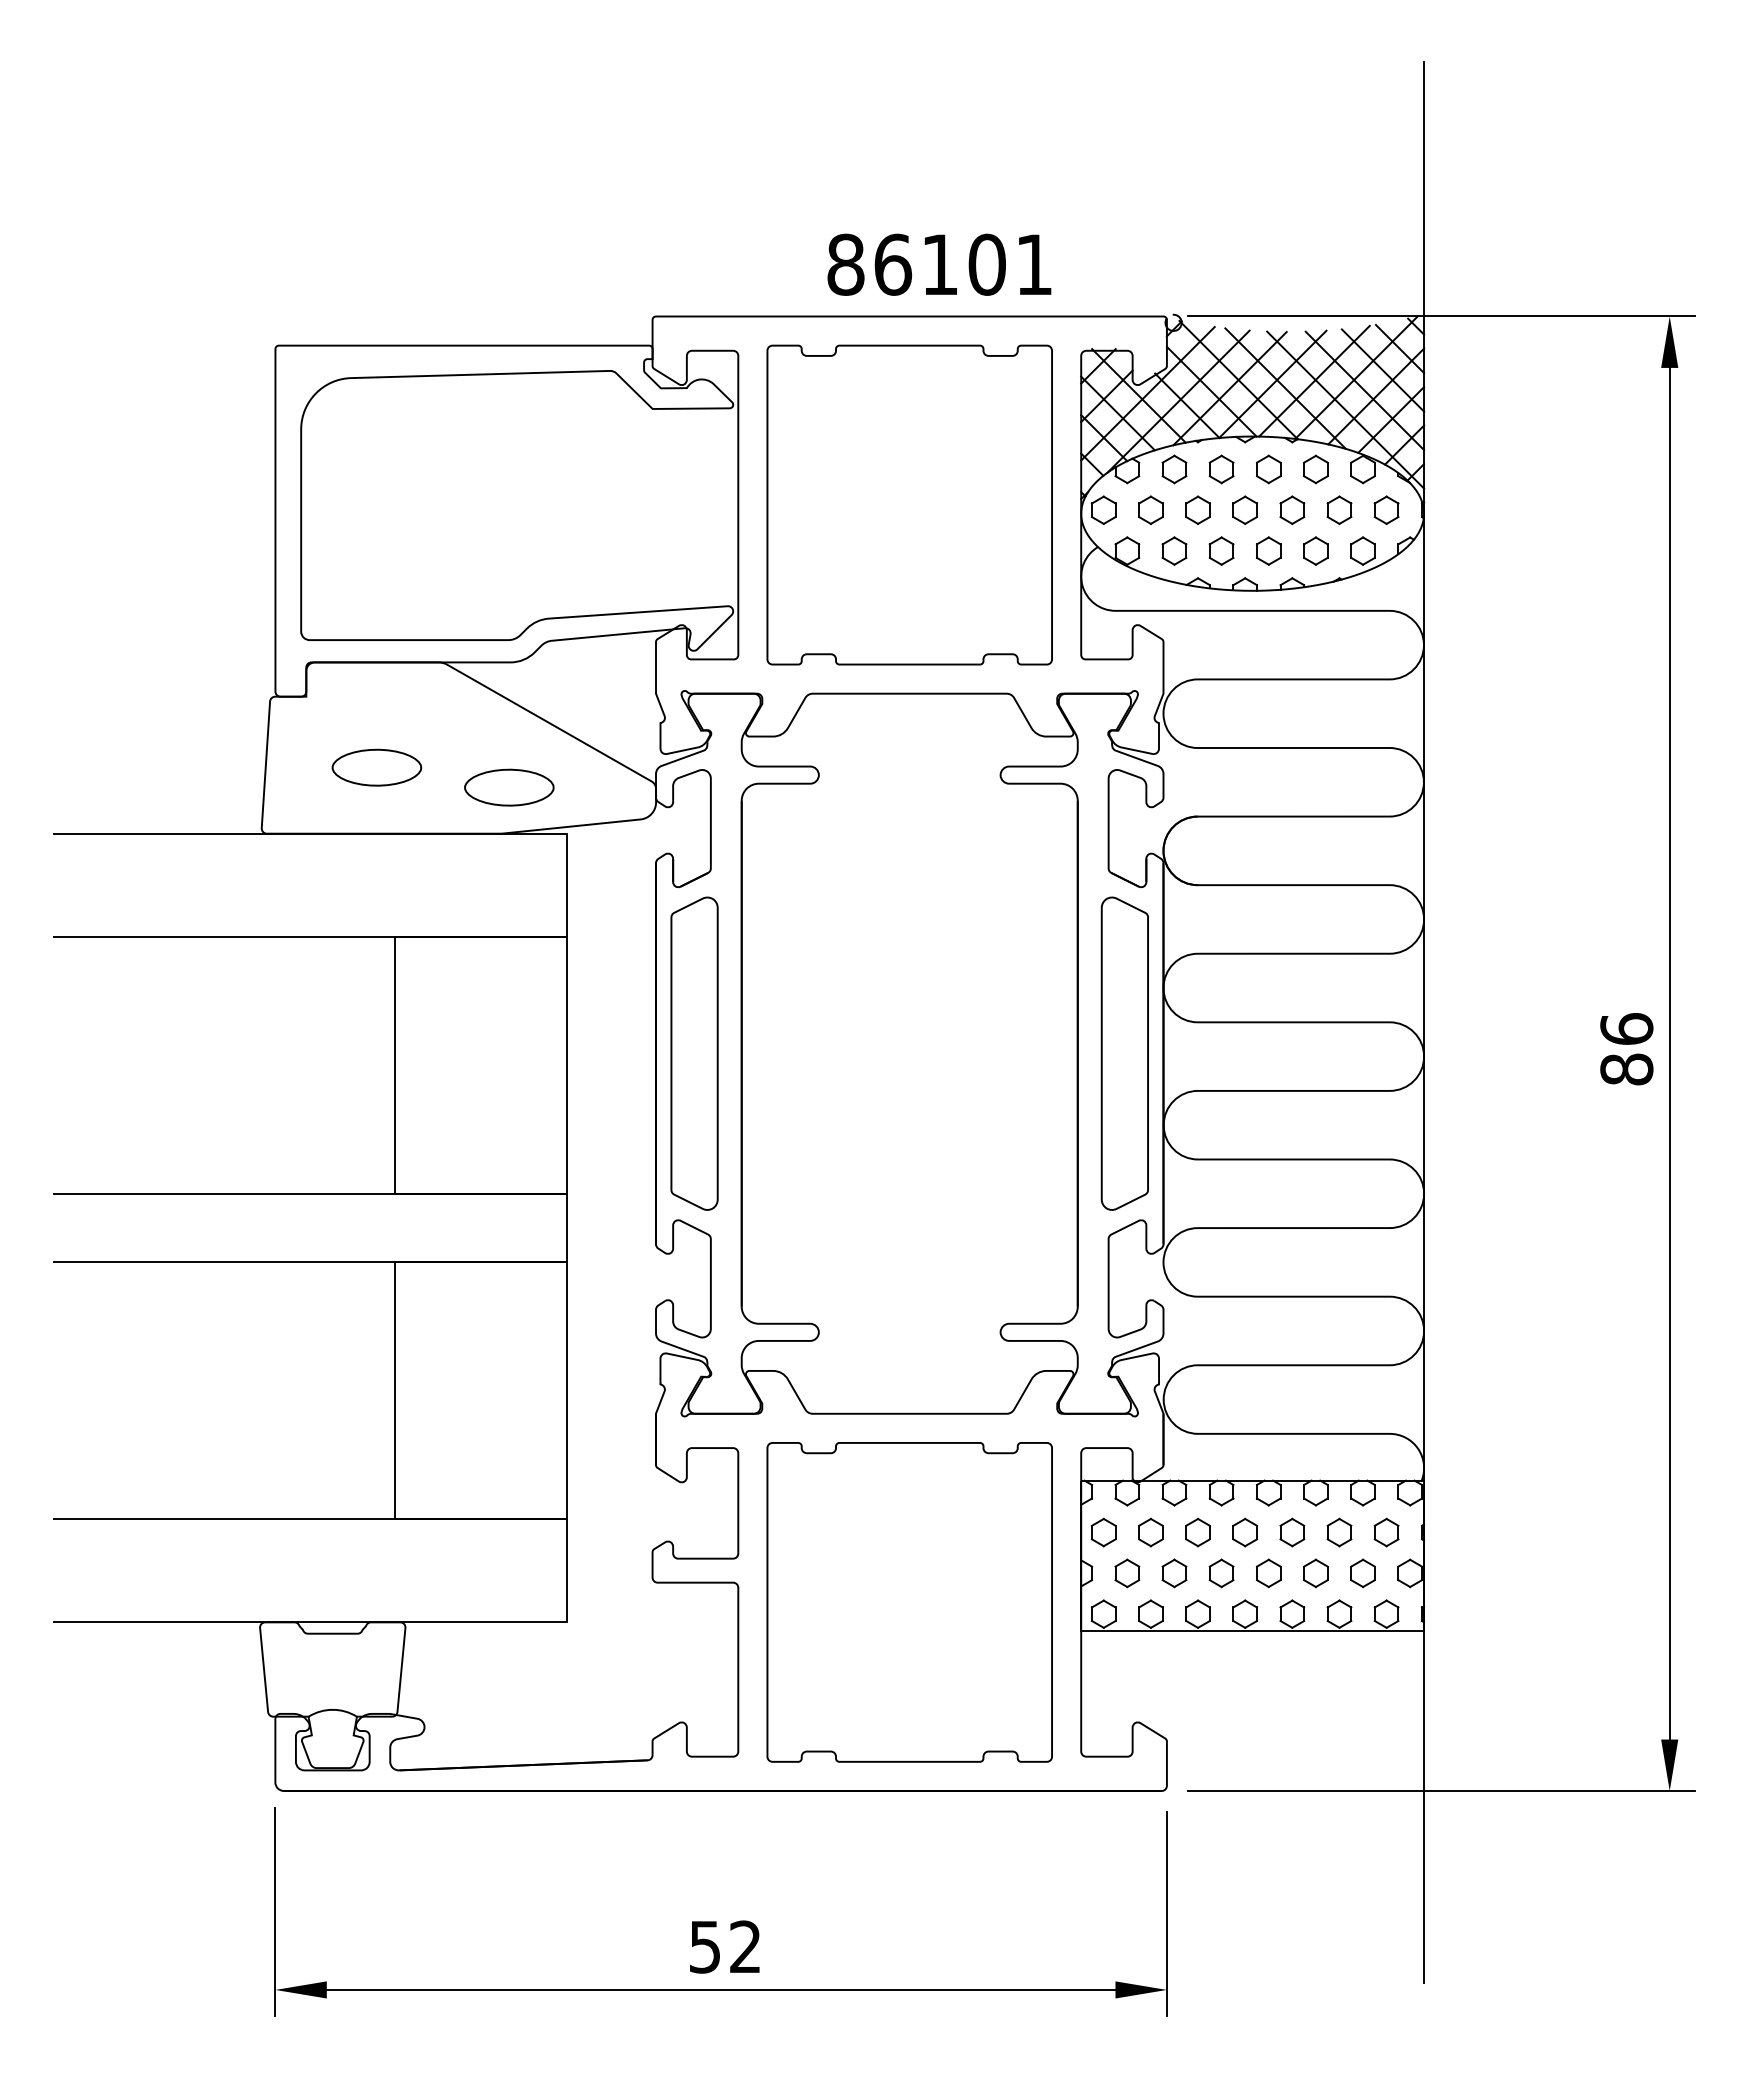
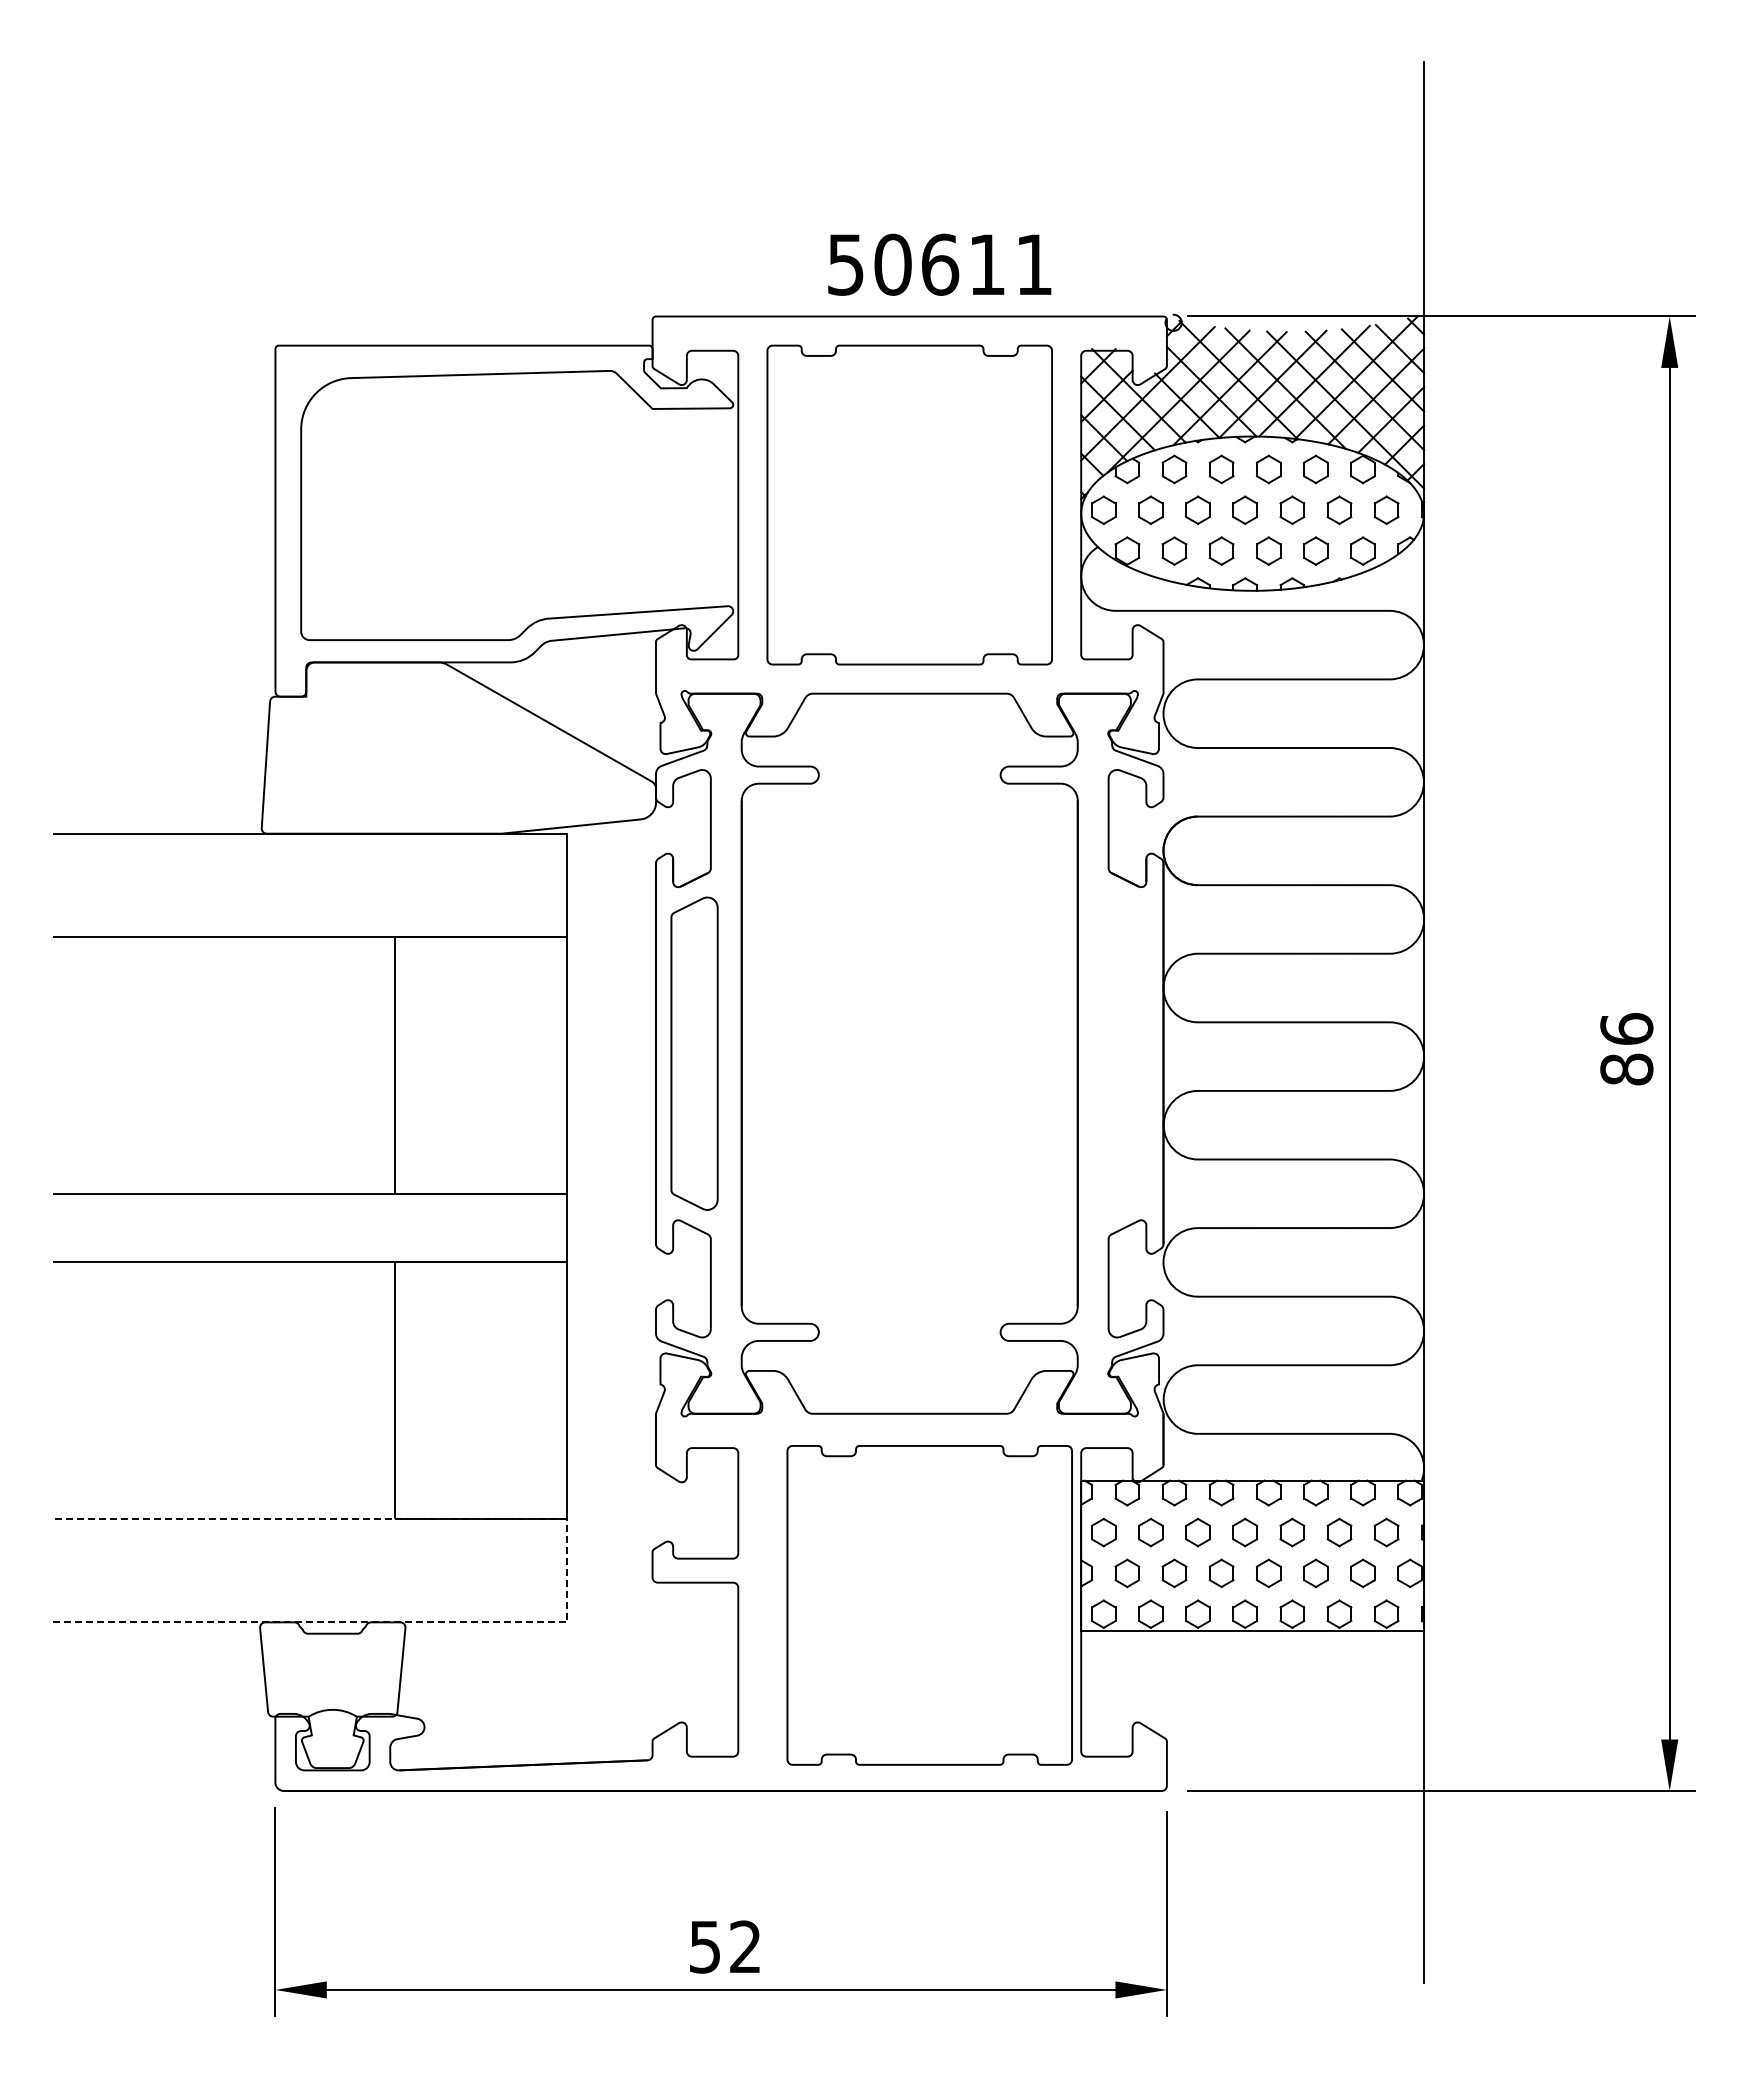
text at (916, 264): 86101 -> 50611
part at (376, 767): present -> none
part at (509, 787): present -> none
part at (1124, 1053): present -> none
line at (566, 1570): solid -> dashed
part at (909, 1602) position: (909, 1602) -> (929, 1605)
